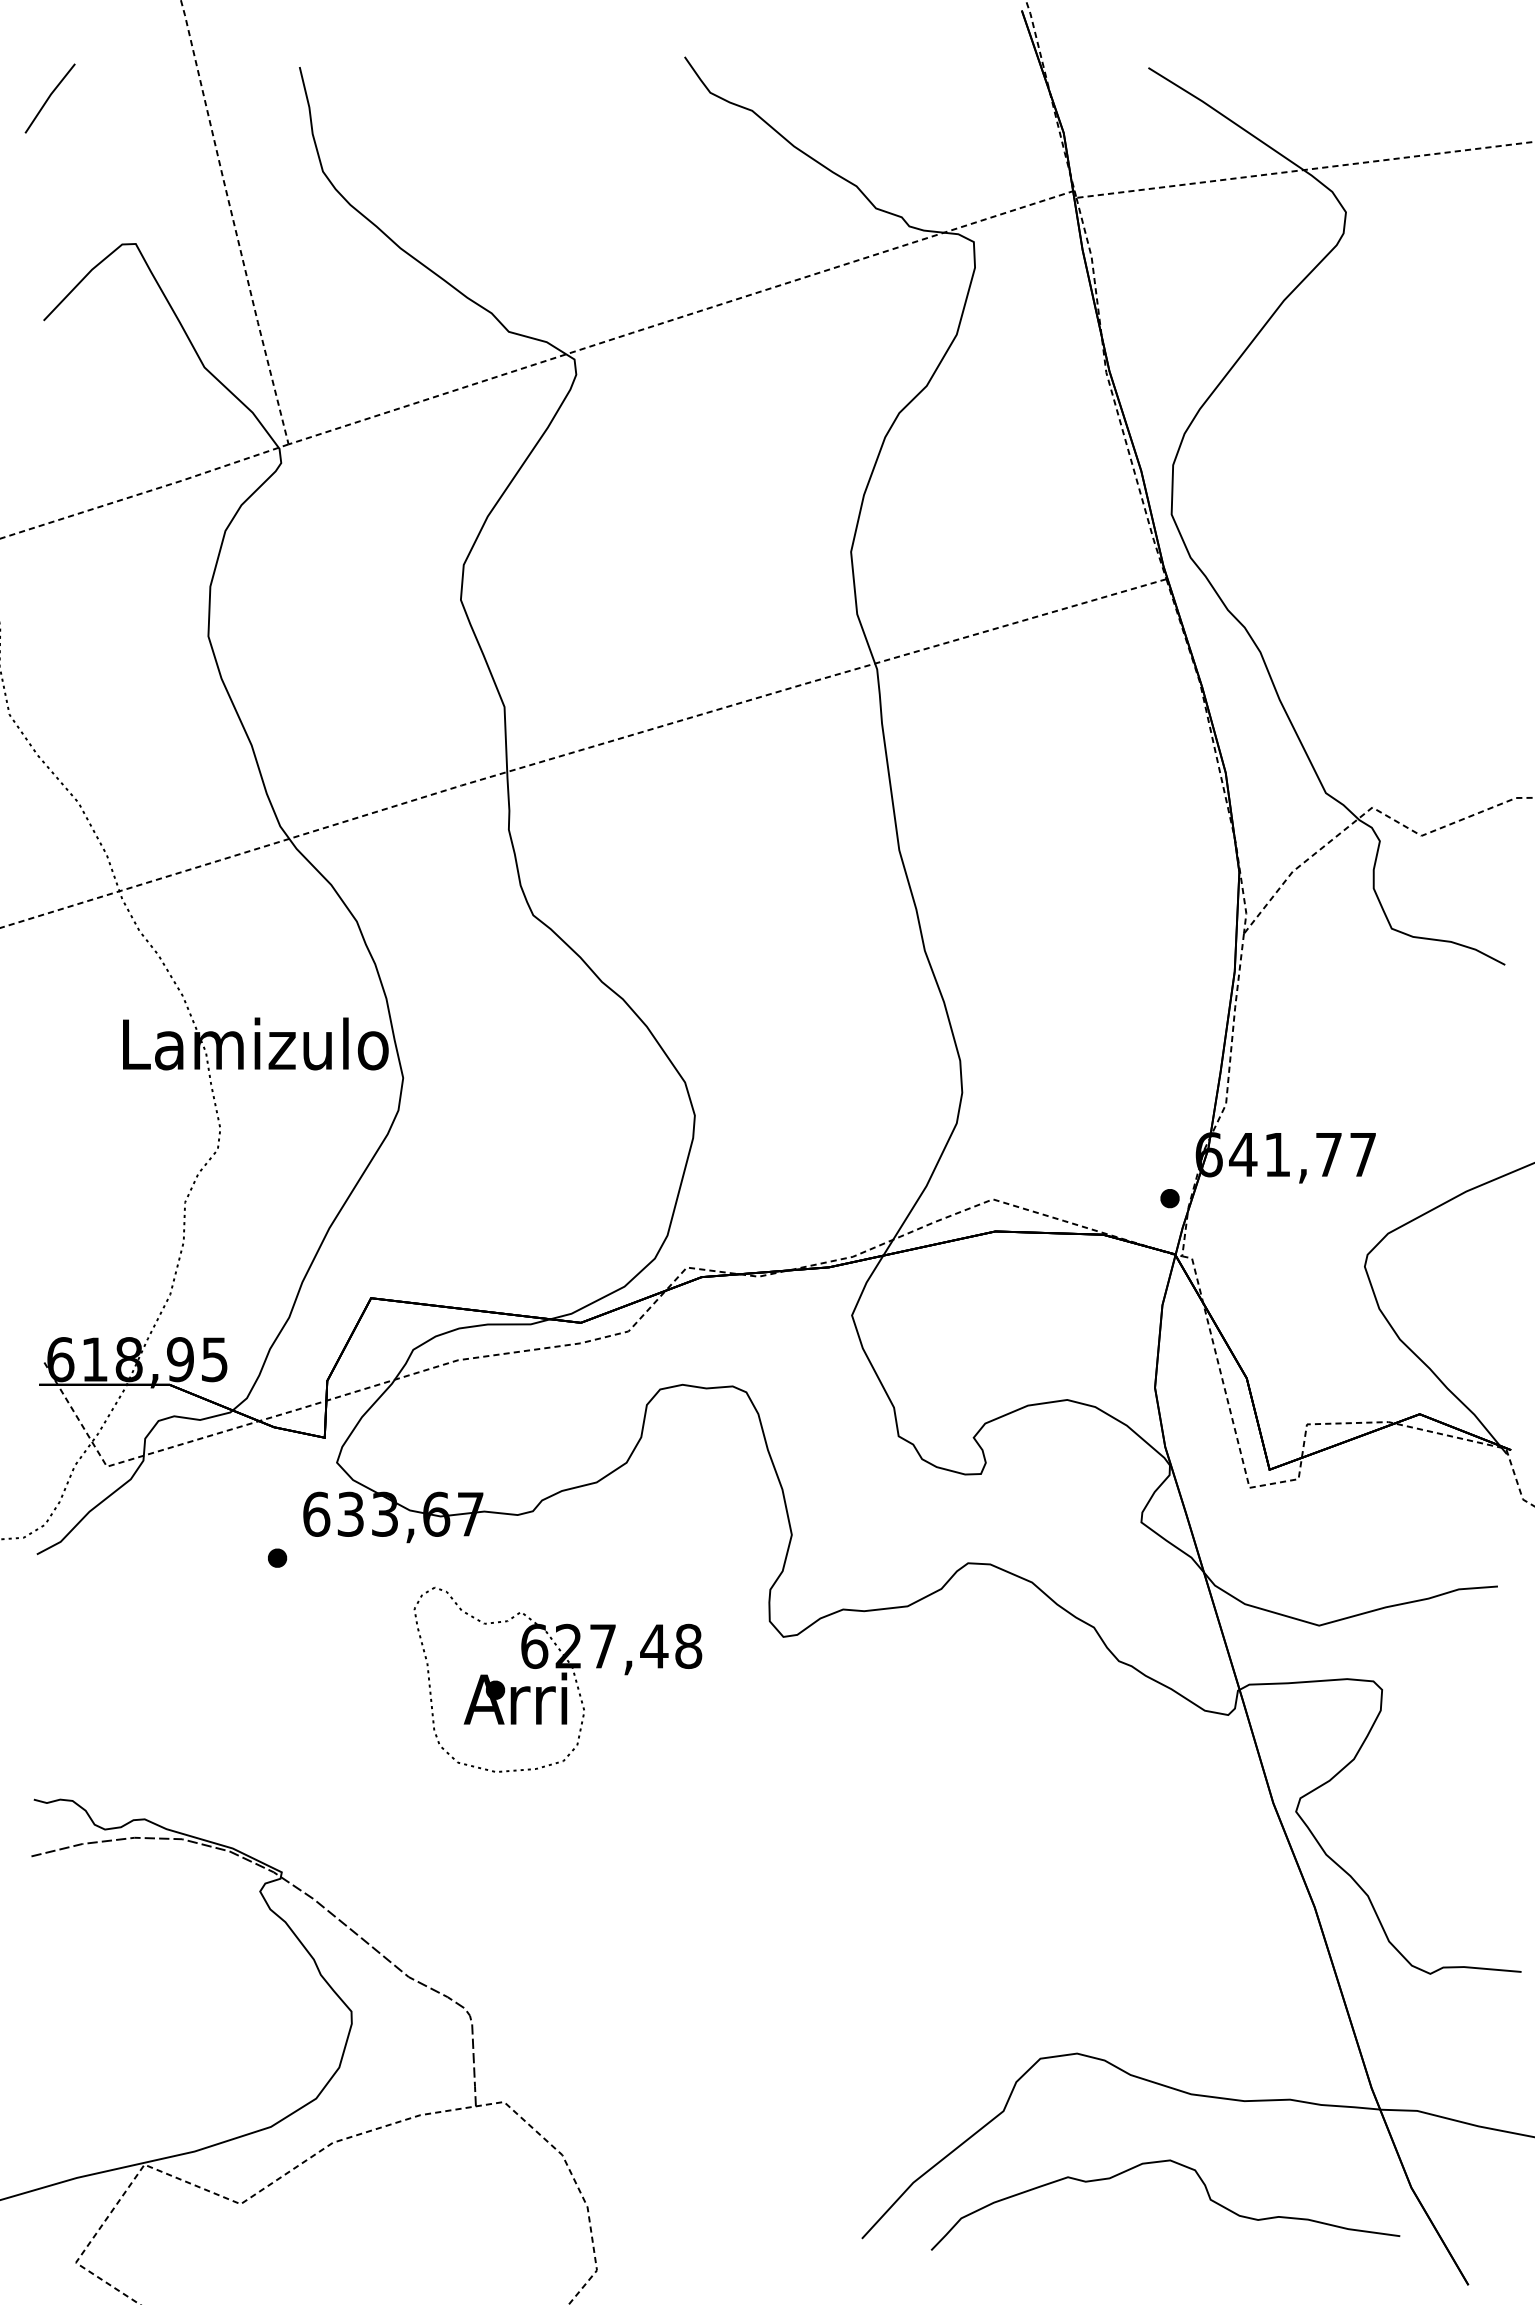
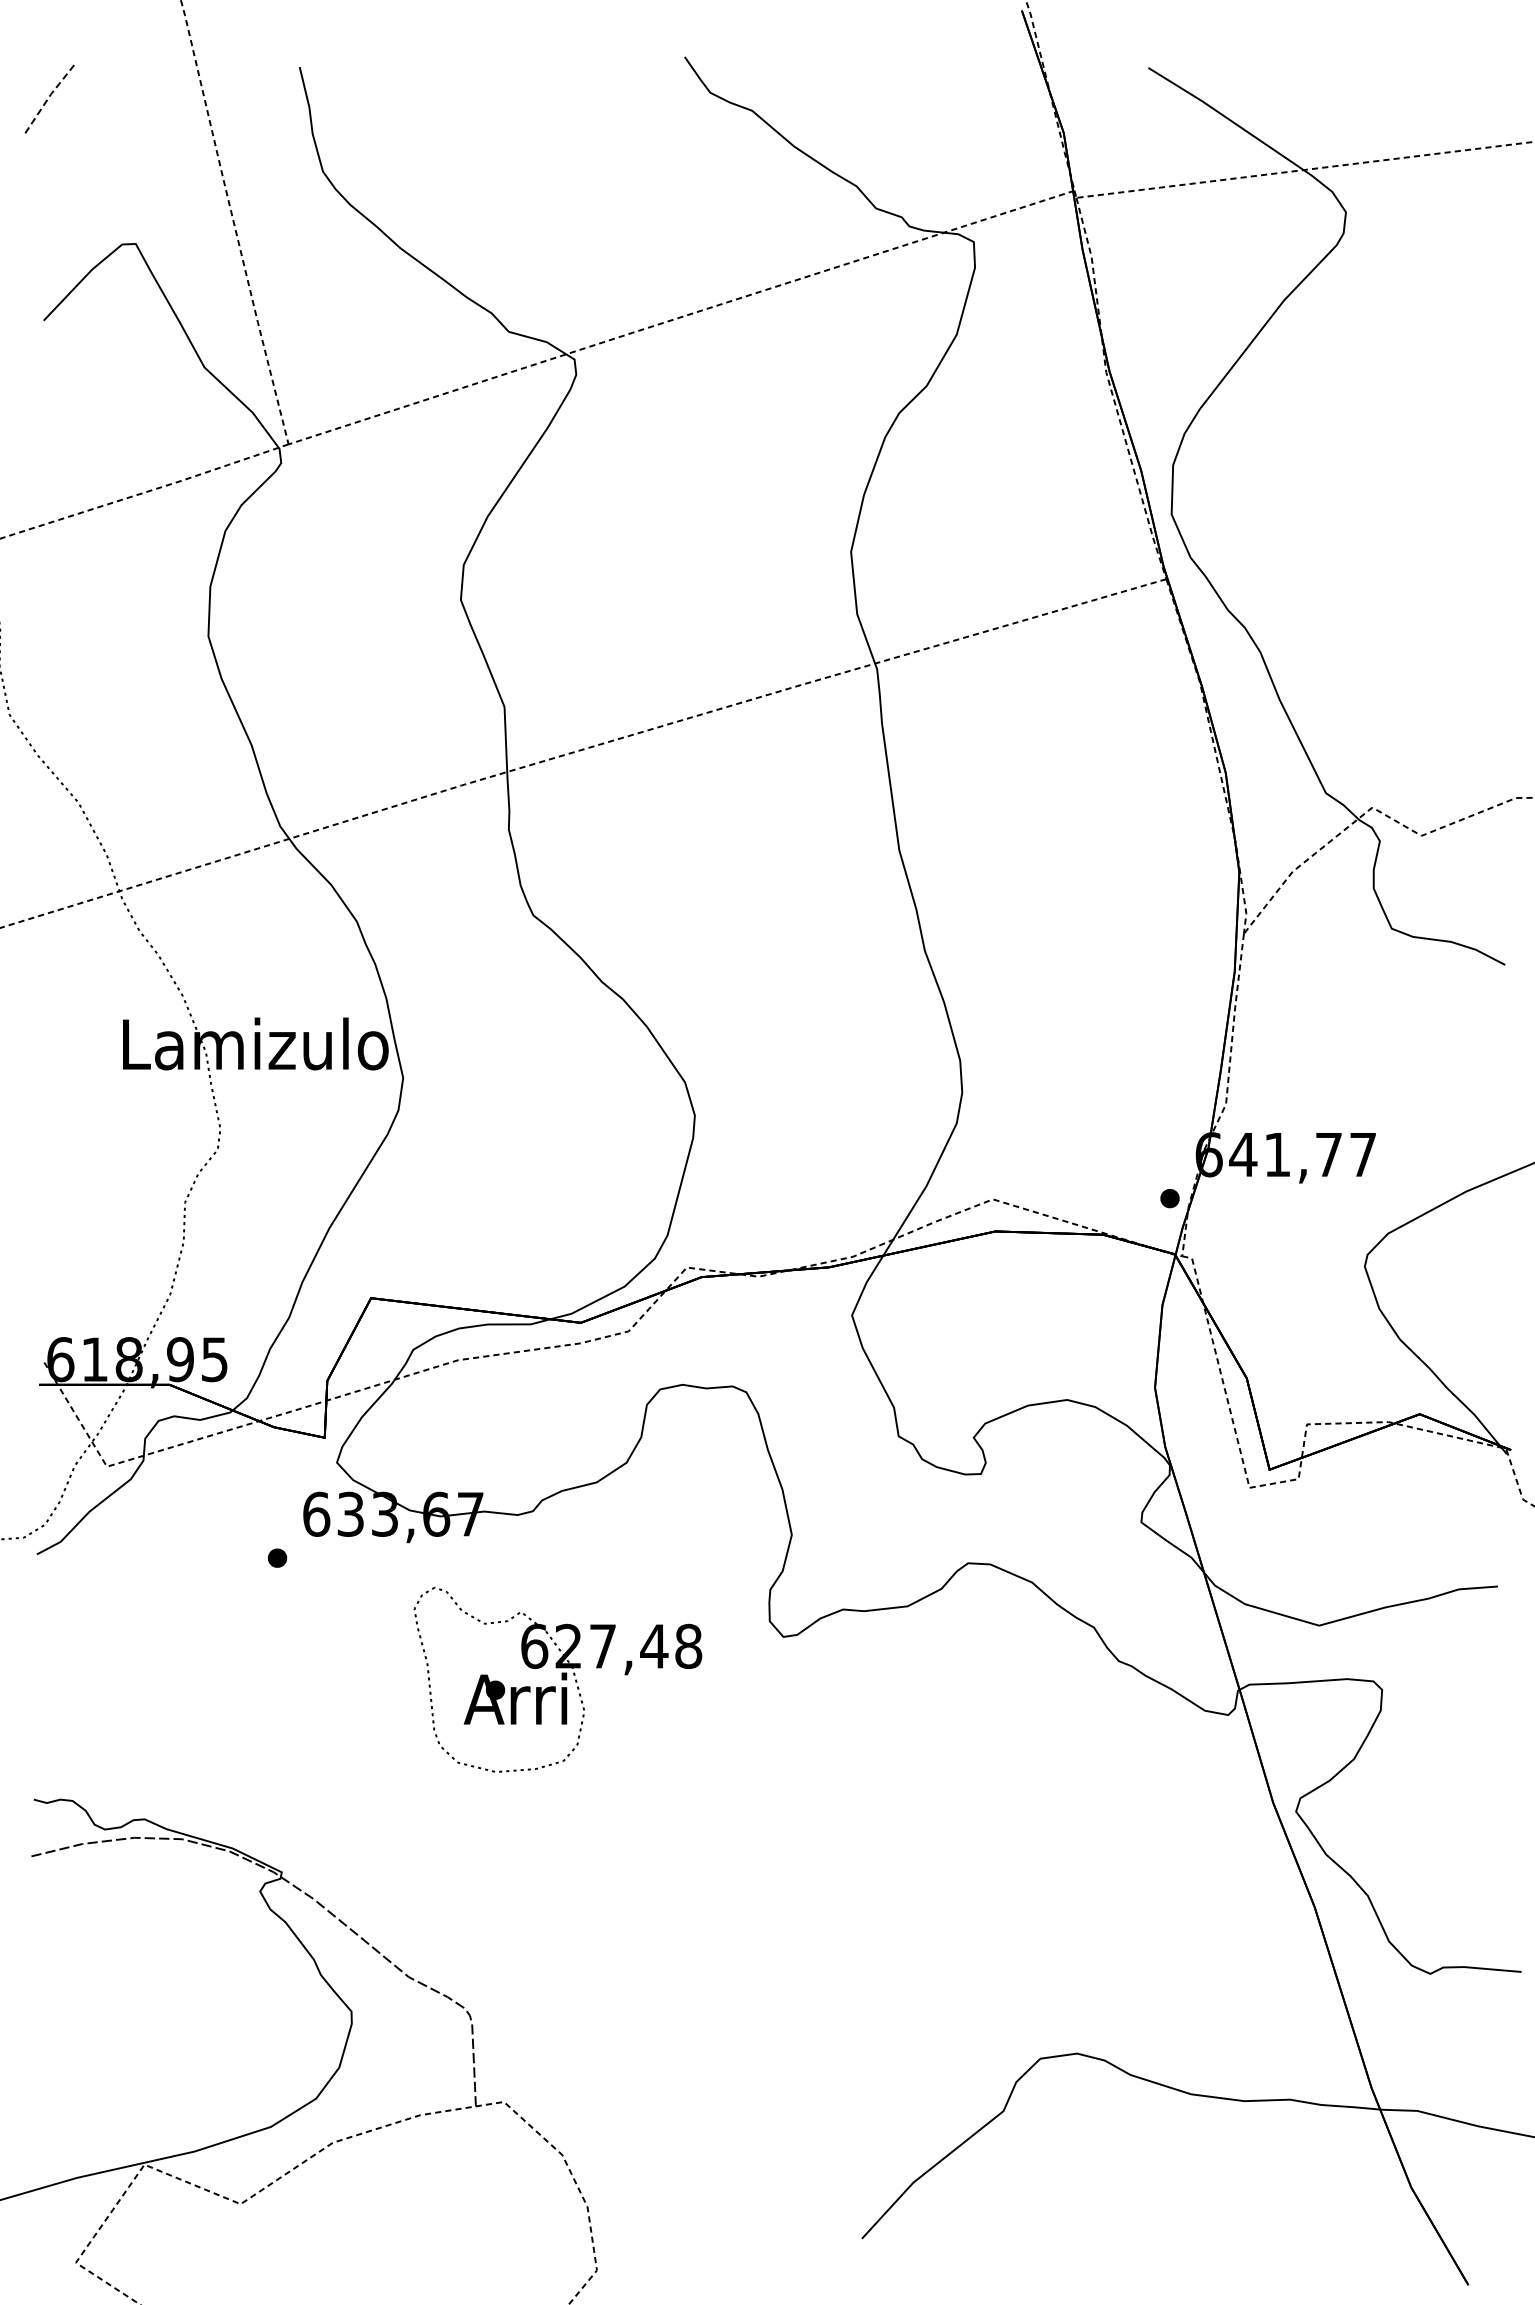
line at (49, 96): solid -> dashed
curve at (1179, 2165): present -> none
